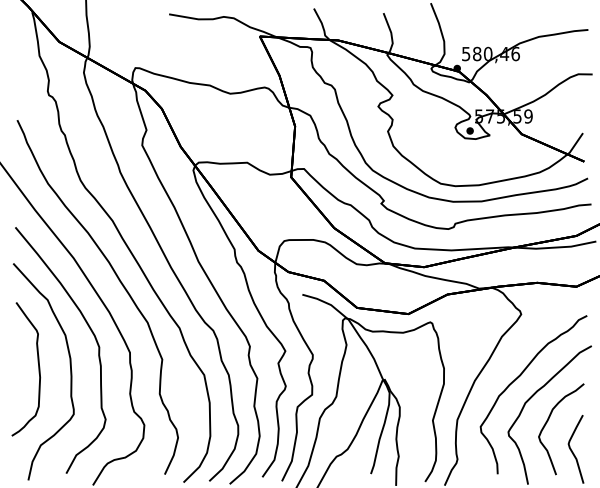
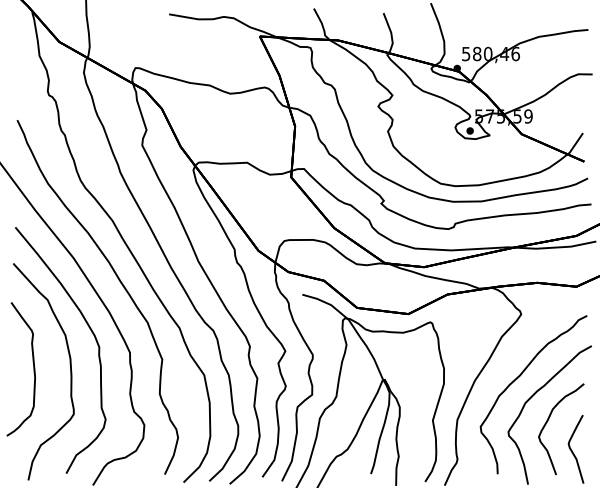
part at (38, 369) position: (38, 369) -> (33, 369)
